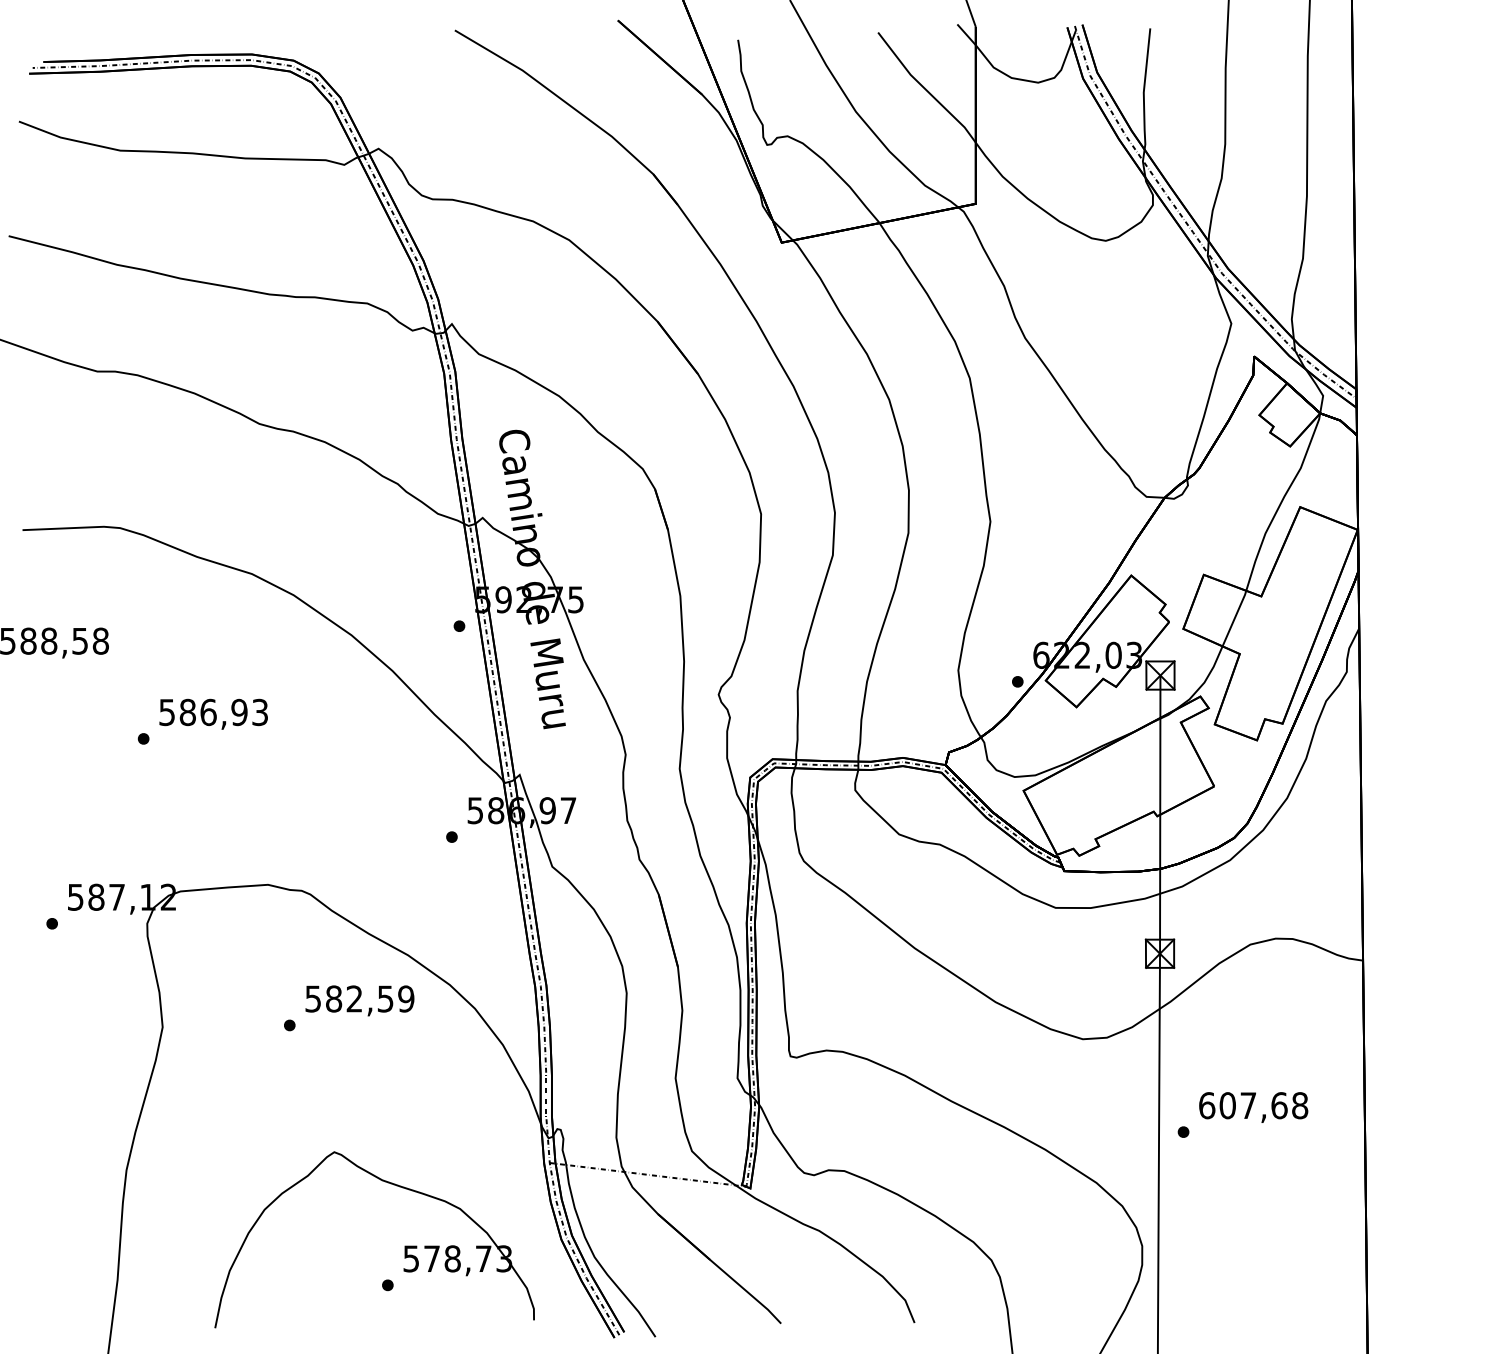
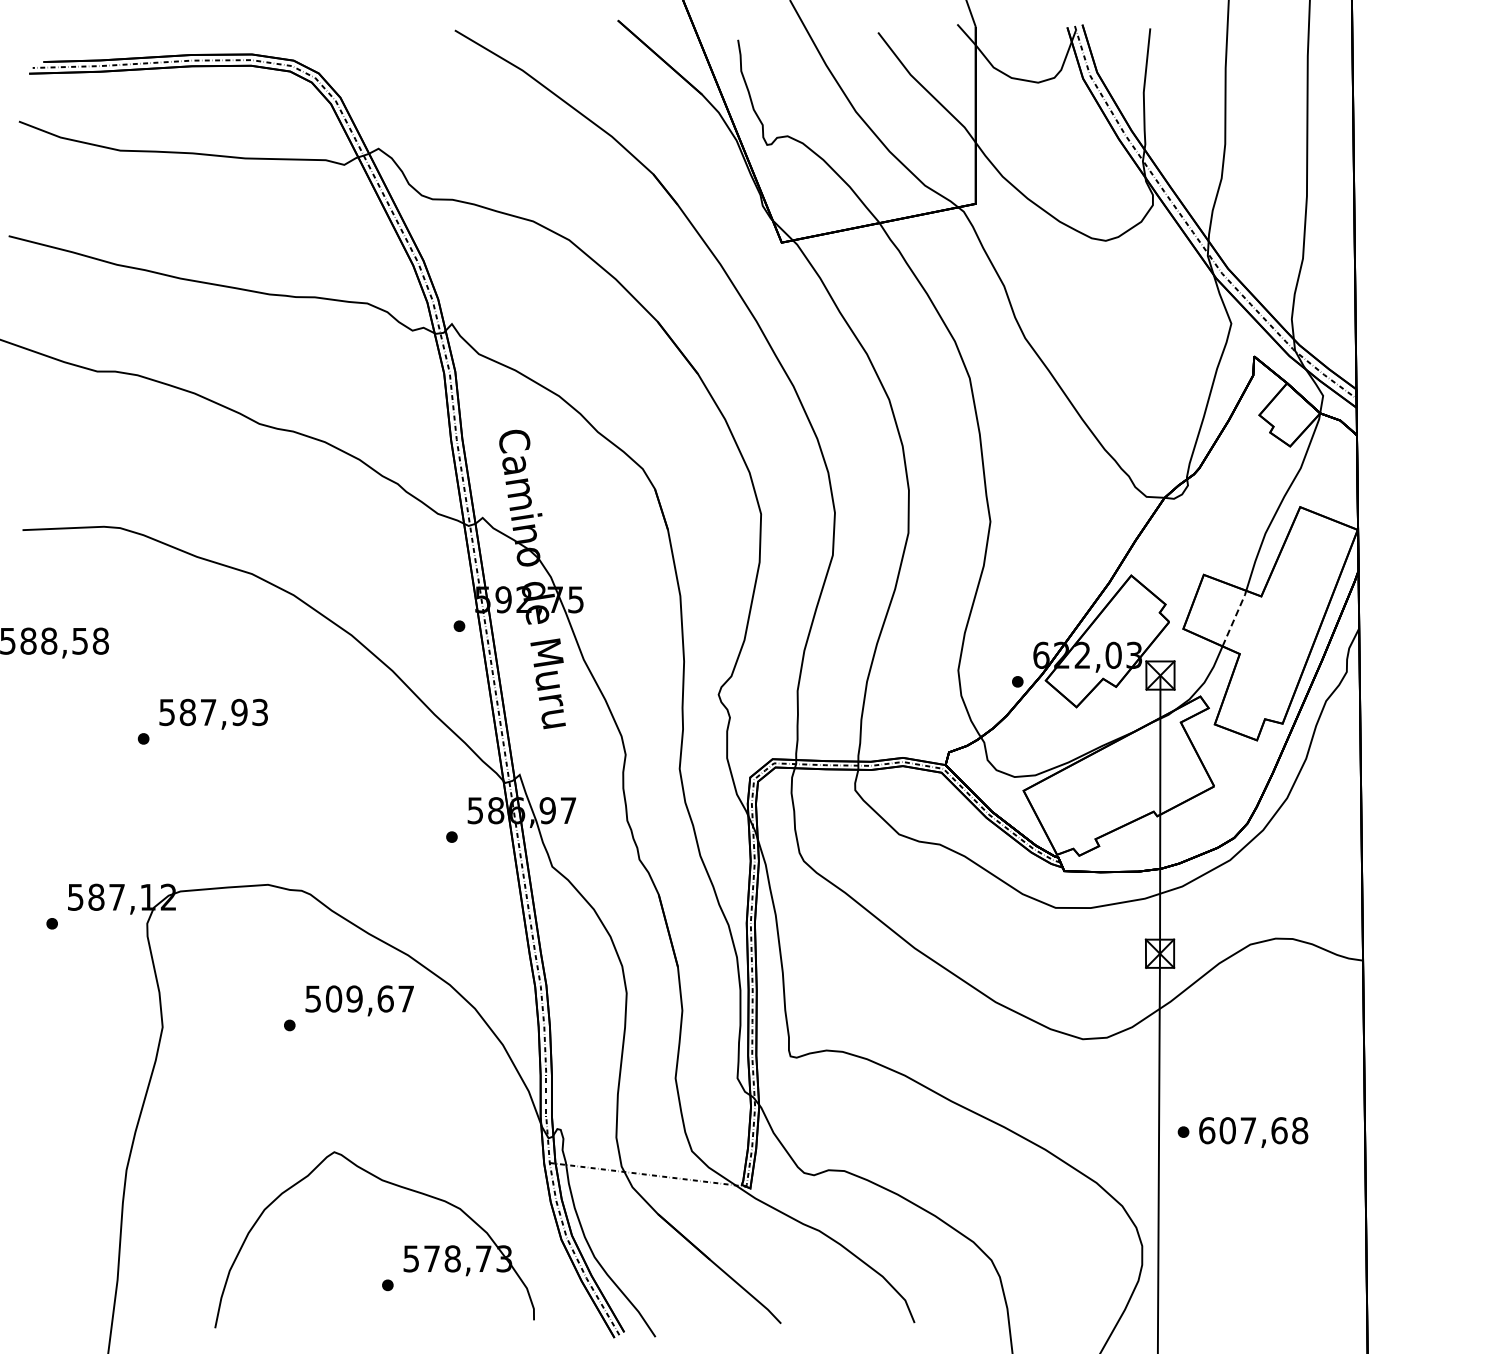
line at (1235, 617): solid -> dashed
text at (208, 712): 586,93 -> 587,93
text at (369, 998): 582,59 -> 509,67
text at (1253, 1107) position: (1253, 1107) -> (1253, 1132)
